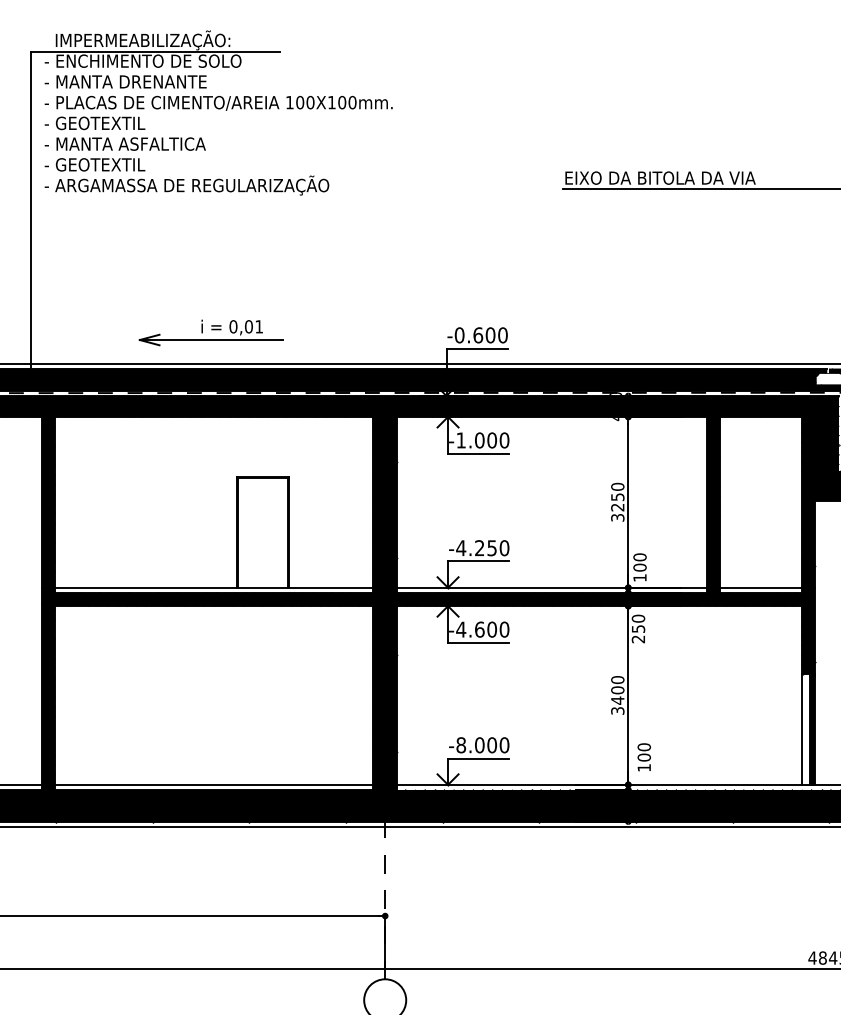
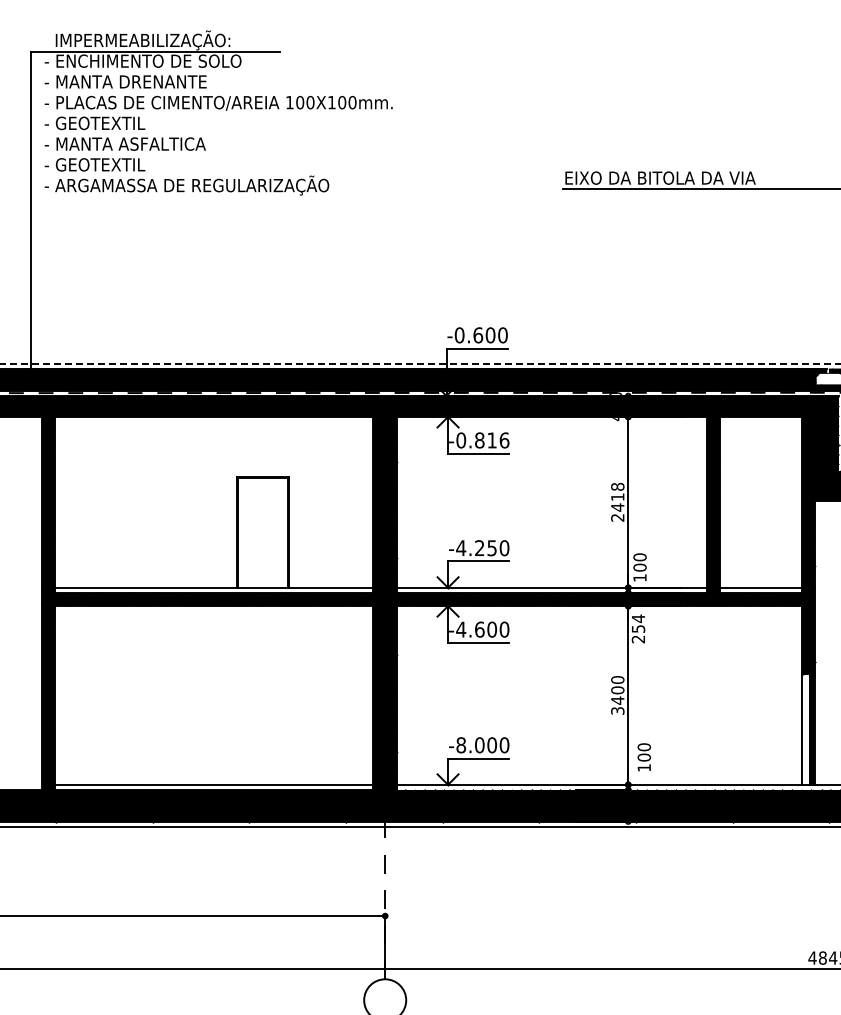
part at (210, 332): present -> none
line at (420, 364): solid -> dashed
text at (482, 440): -1.000 -> -0.816
text at (617, 501): 3250 -> 2418
text at (638, 618): 250 -> 254
line at (22, 784): present -> none
